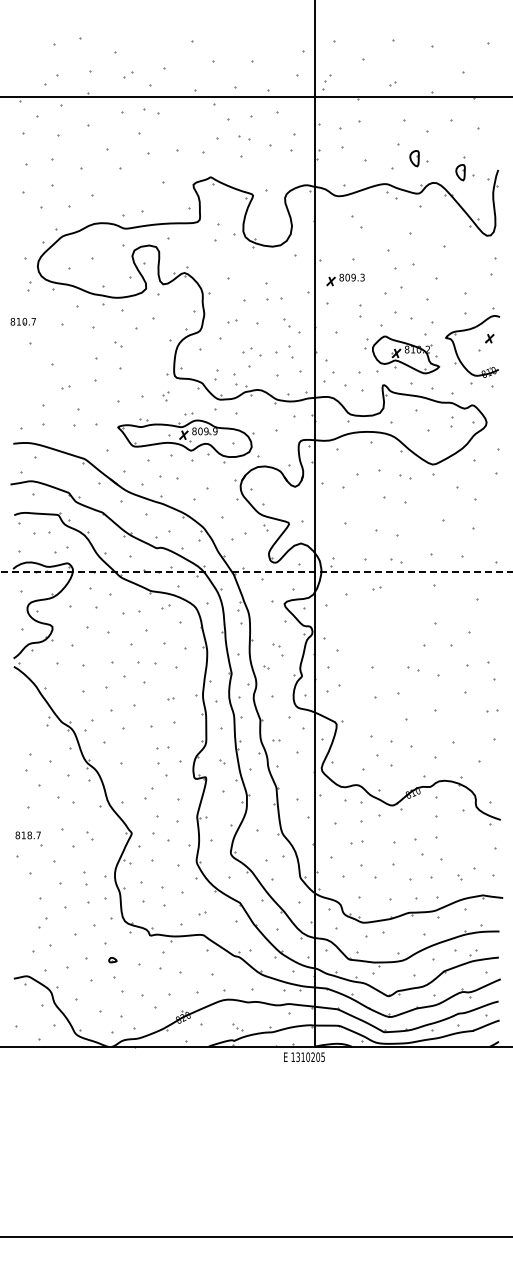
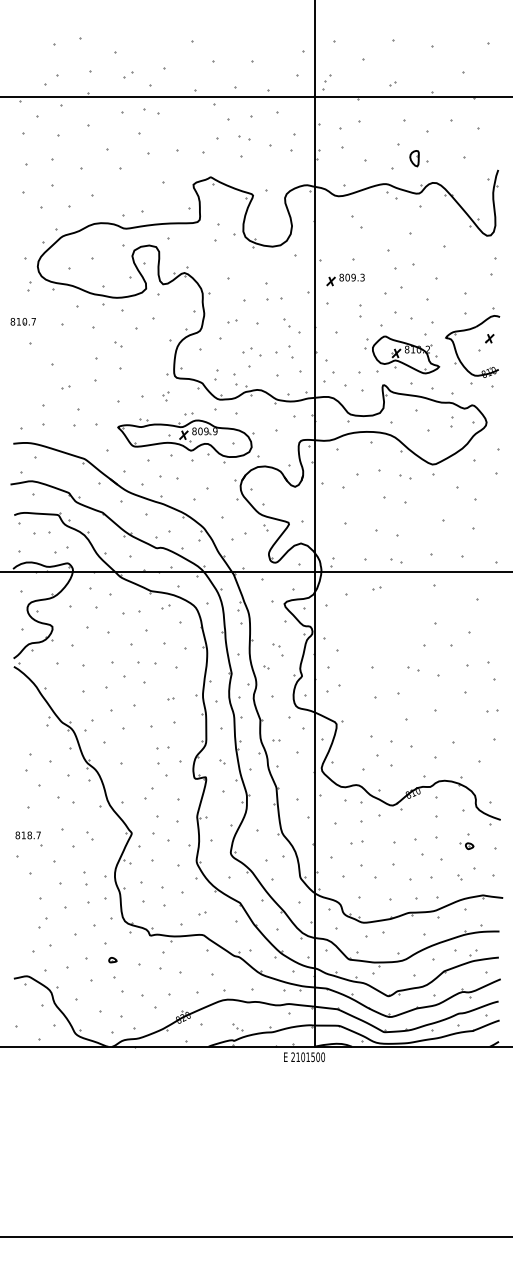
part at (464, 172): present -> none
line at (256, 571): dashed -> solid
part at (466, 841): none -> present
text at (308, 1057): 1310205 -> 2101500
